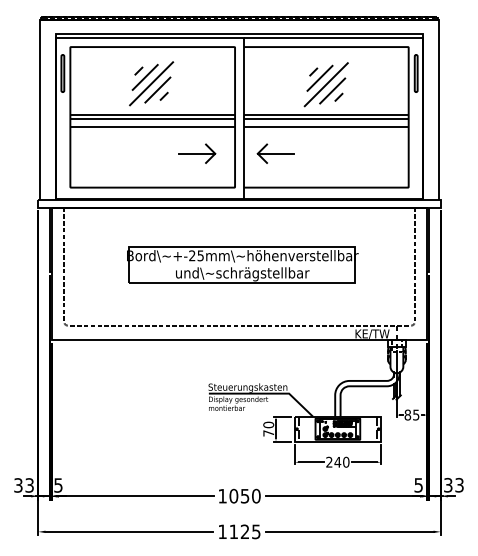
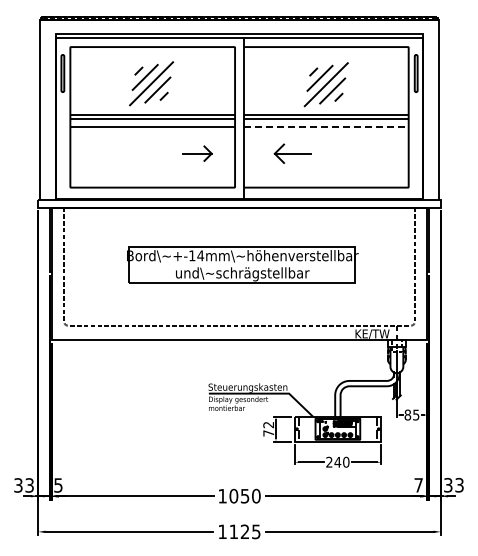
line at (326, 126): solid -> dashed
part at (197, 153) size: 39x21 px -> 31x17 px
part at (275, 153) position: (275, 153) -> (292, 153)
text at (196, 255): +-25mm -> +-14mm
text at (268, 424): 70 -> 72
text at (418, 485): 5 -> 7
